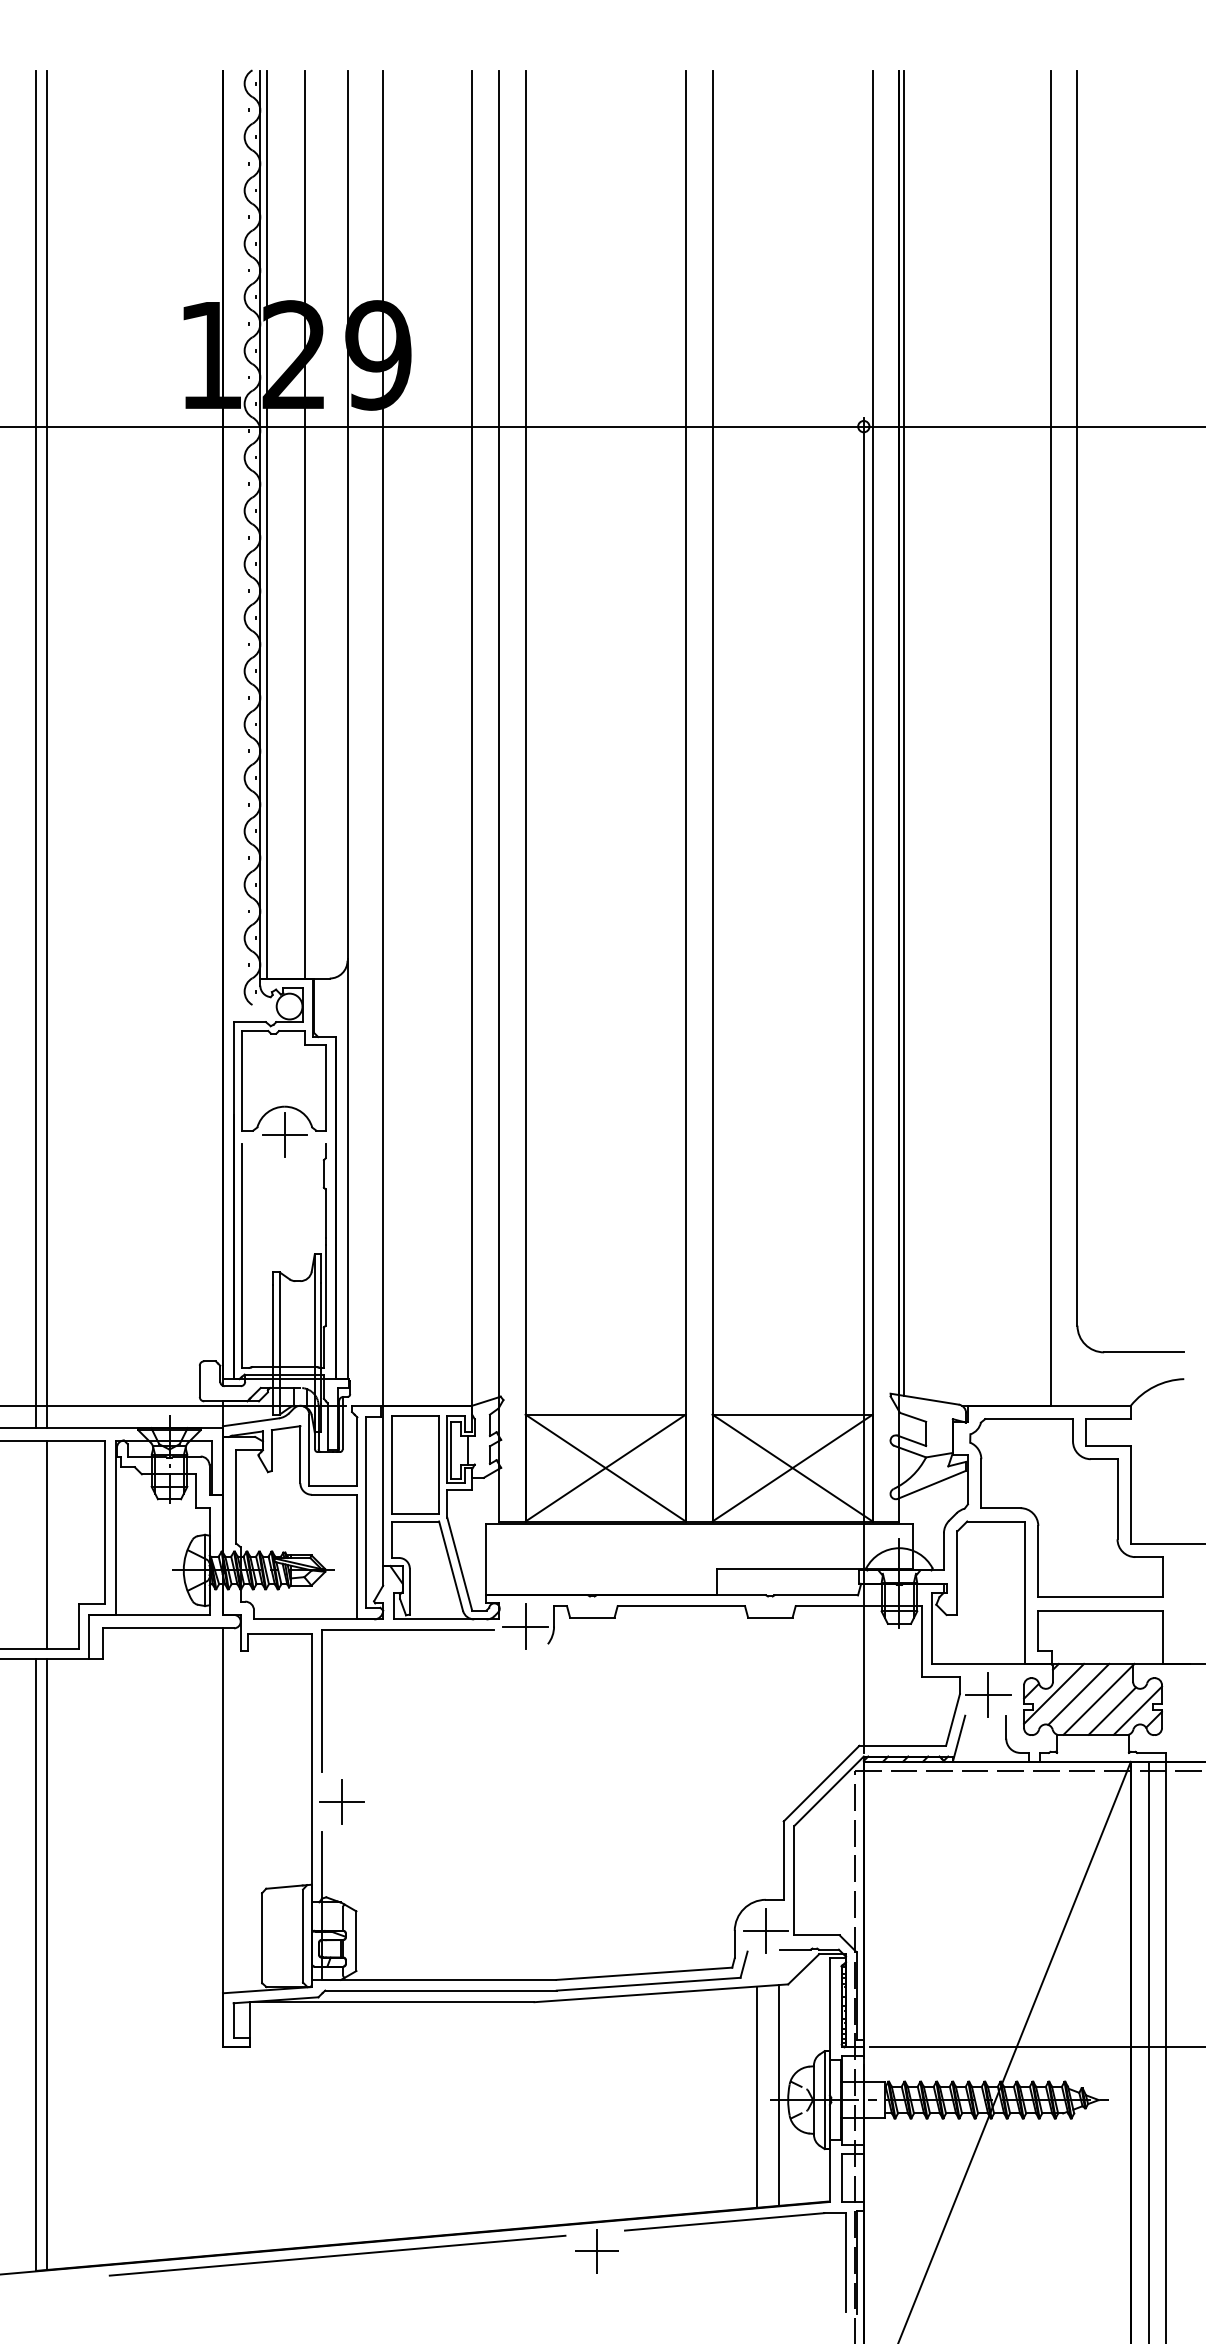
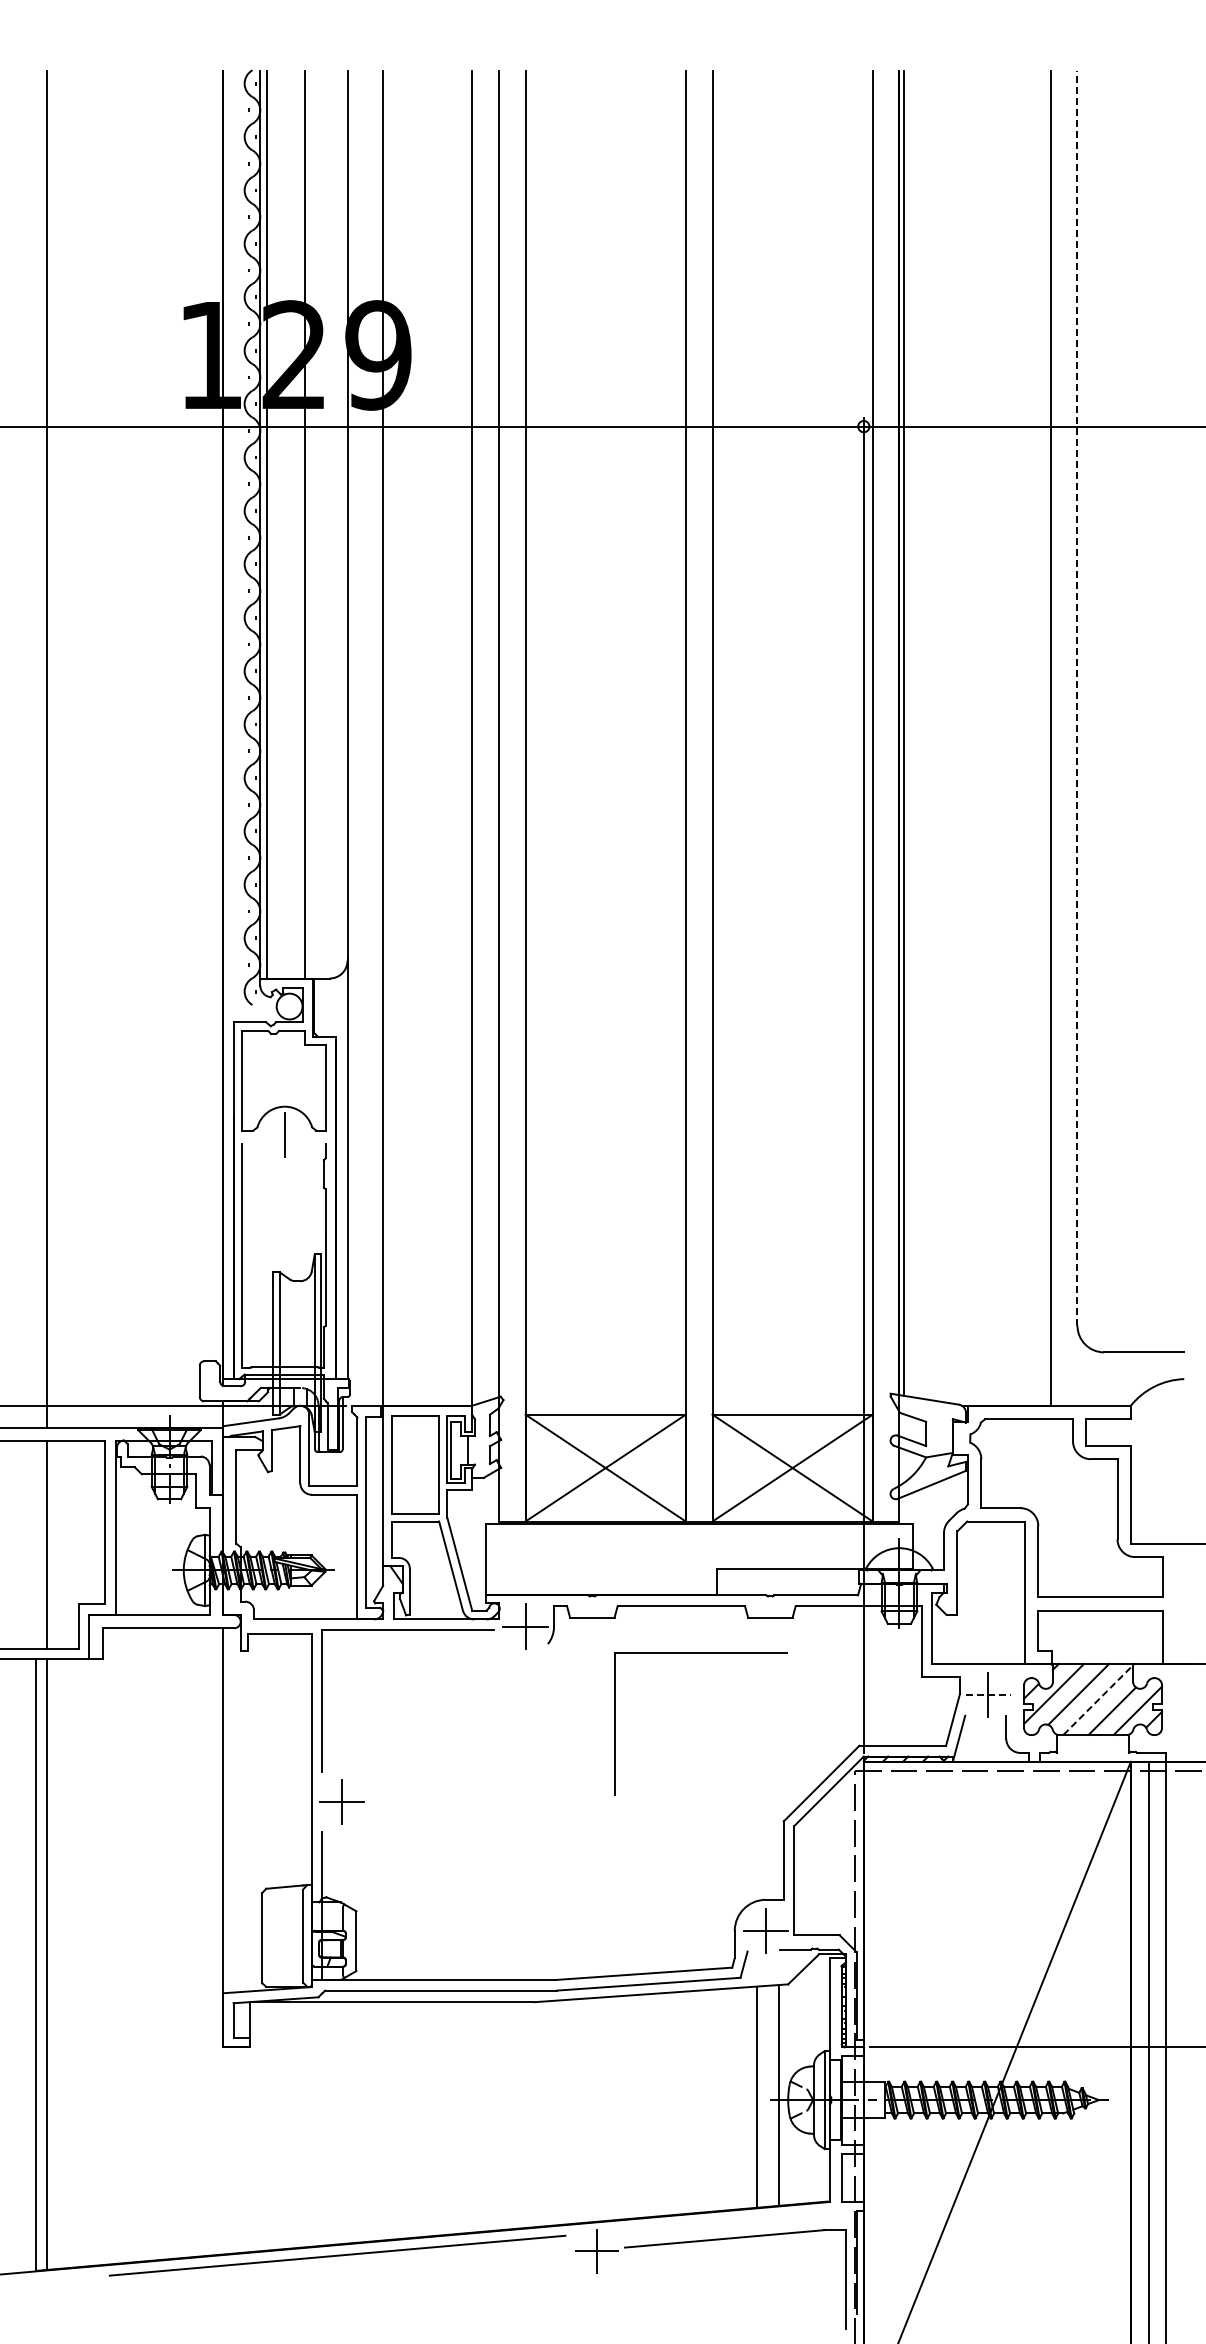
line at (1077, 698): solid -> dashed
line at (36, 749): present -> none
line at (284, 1135): present -> none
part at (700, 1653): none -> present
line at (988, 1695): solid -> dashed
line at (1098, 1699): solid -> dashed
part at (732, 2222) position: (732, 2222) -> (732, 2239)
